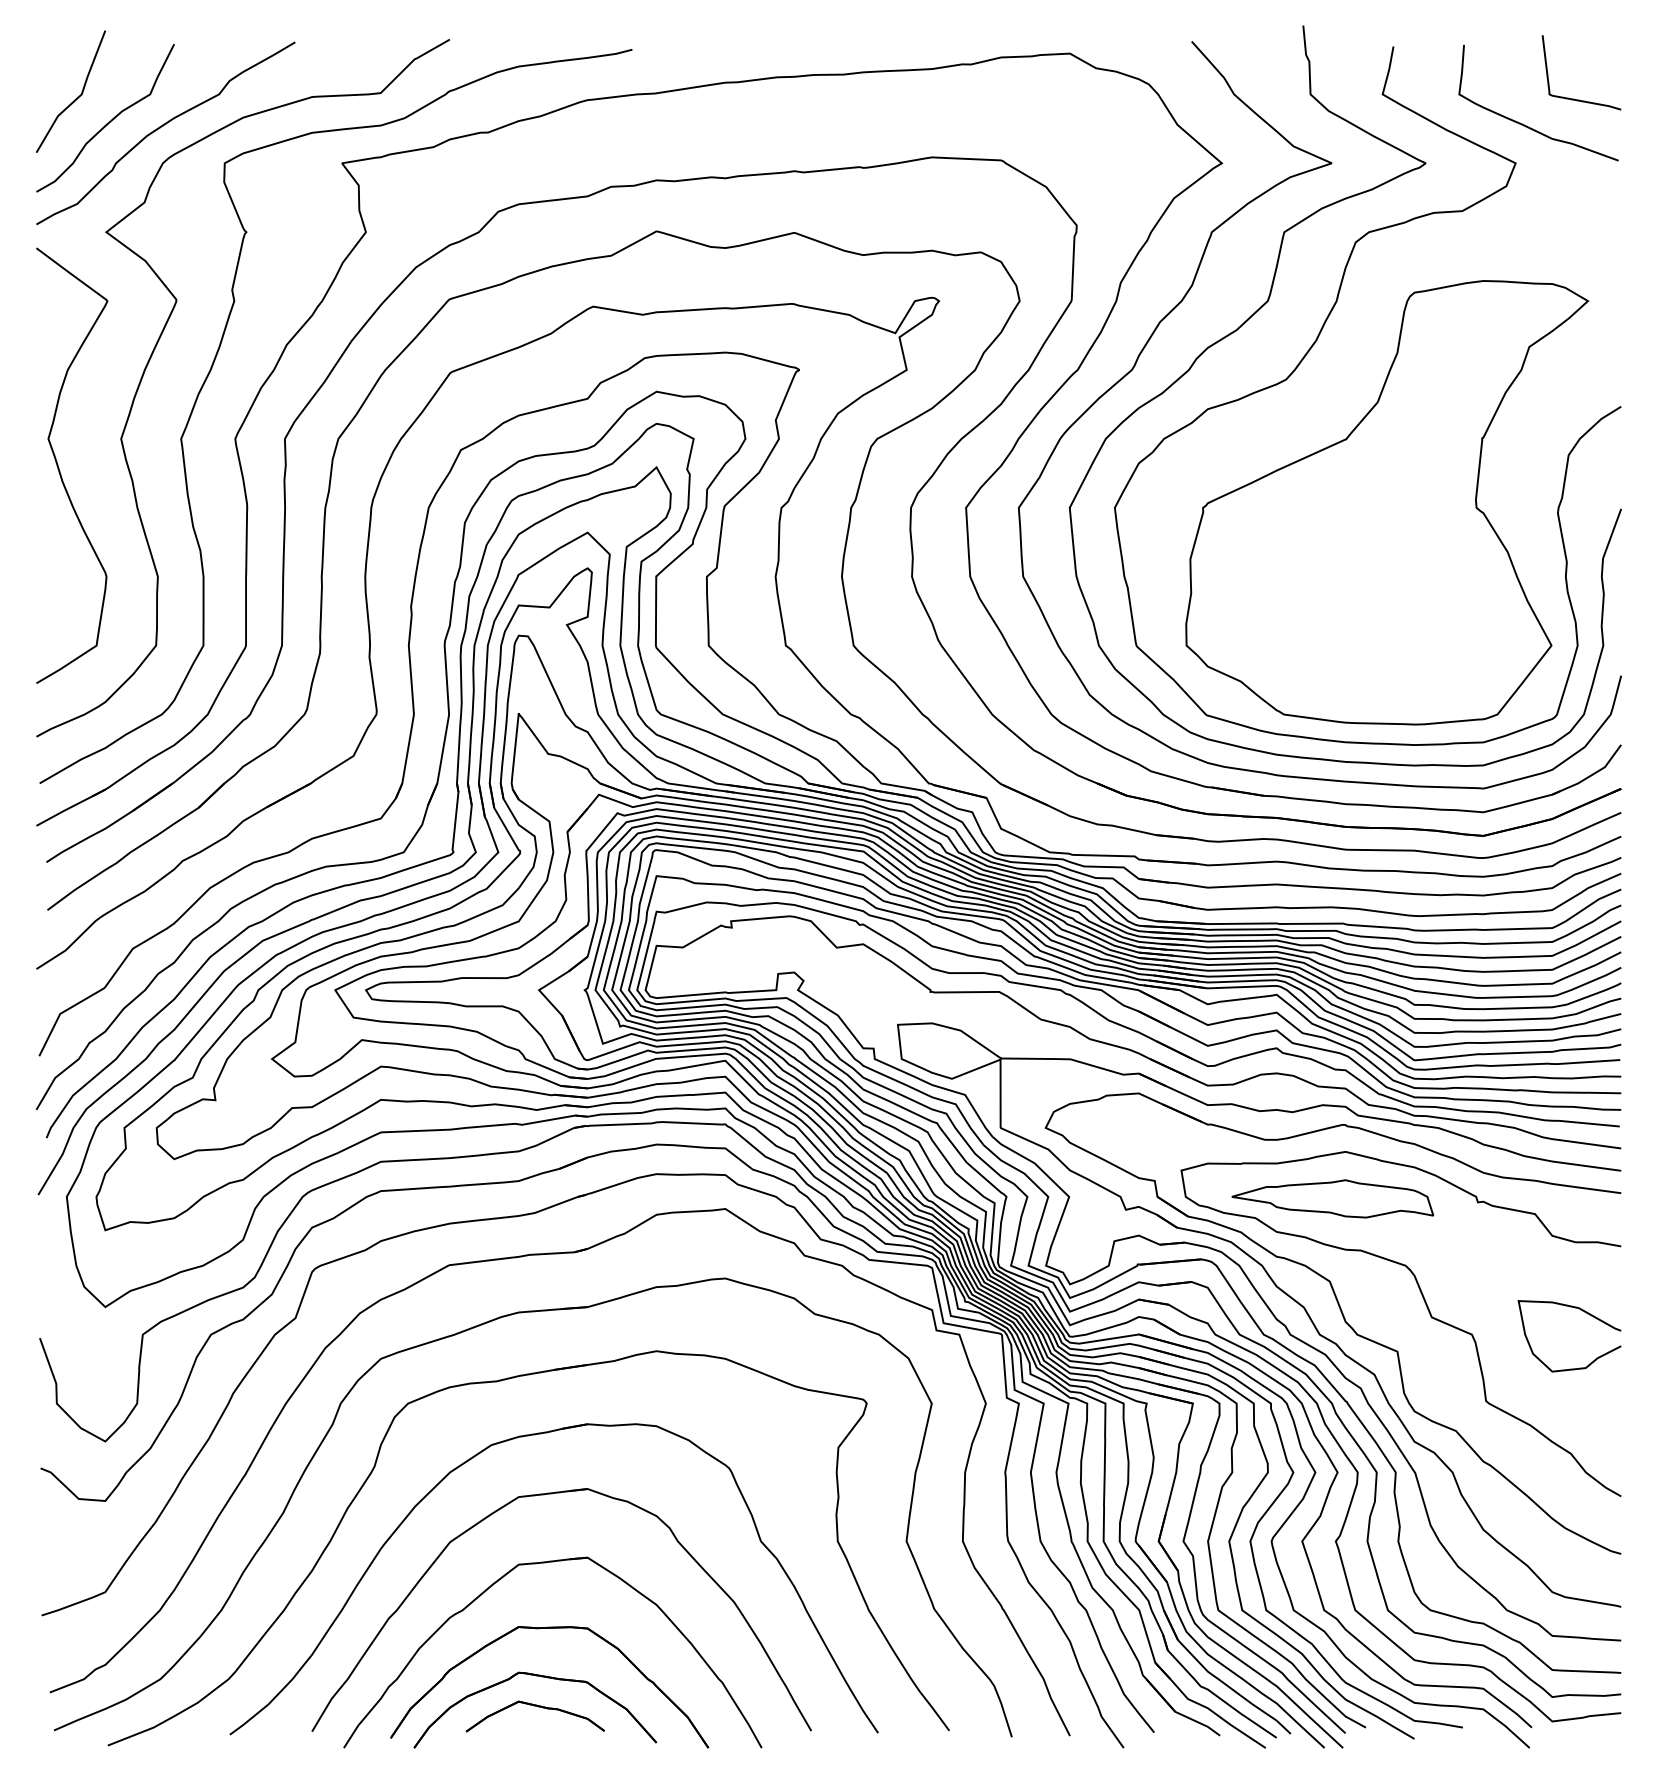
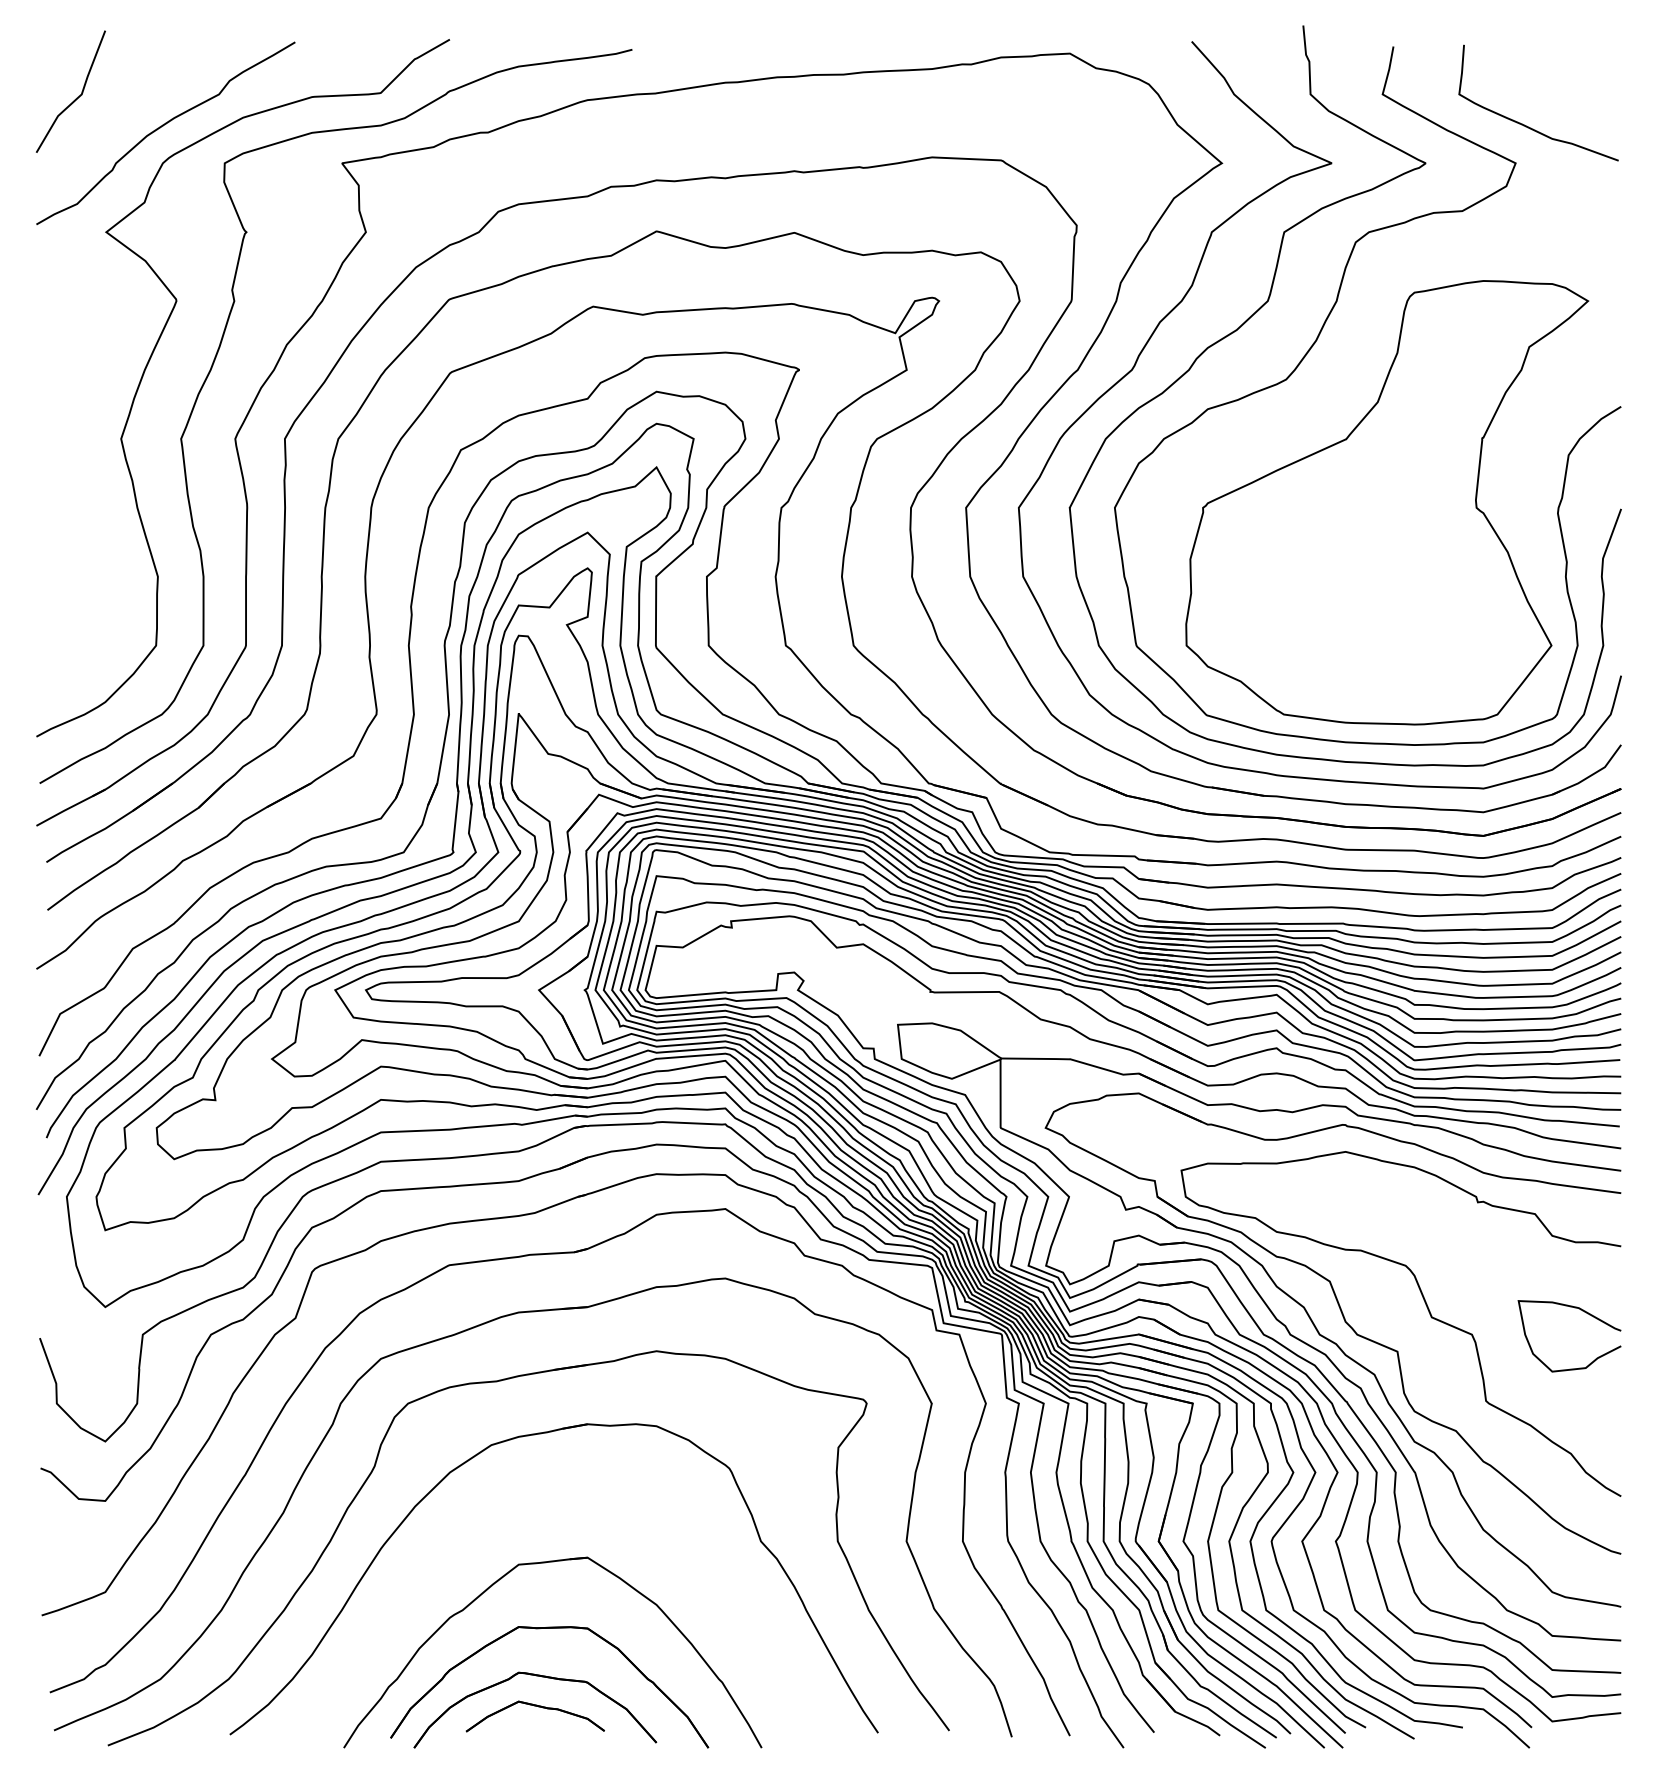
curve at (1574, 98): present -> none
curve at (107, 122): present -> none
curve at (59, 467): present -> none
part at (1332, 1198): present -> none
part at (552, 1494): present -> none
